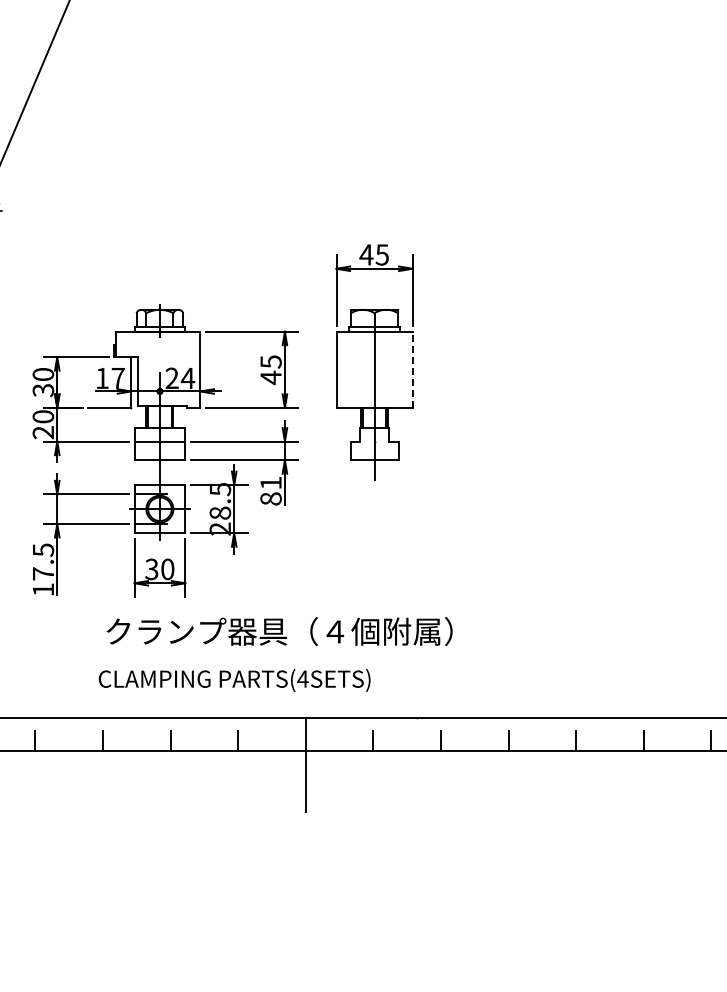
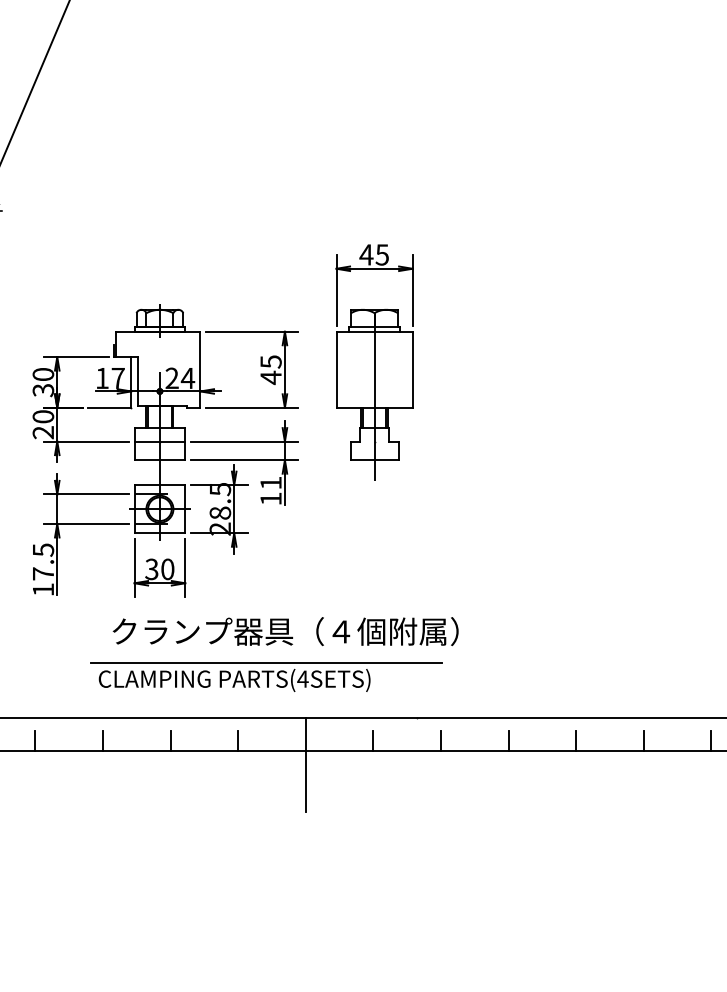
line at (412, 369): dashed -> solid
text at (270, 498): 81 -> 11
text at (279, 631) position: (279, 631) -> (285, 631)
line at (266, 663): none -> present
